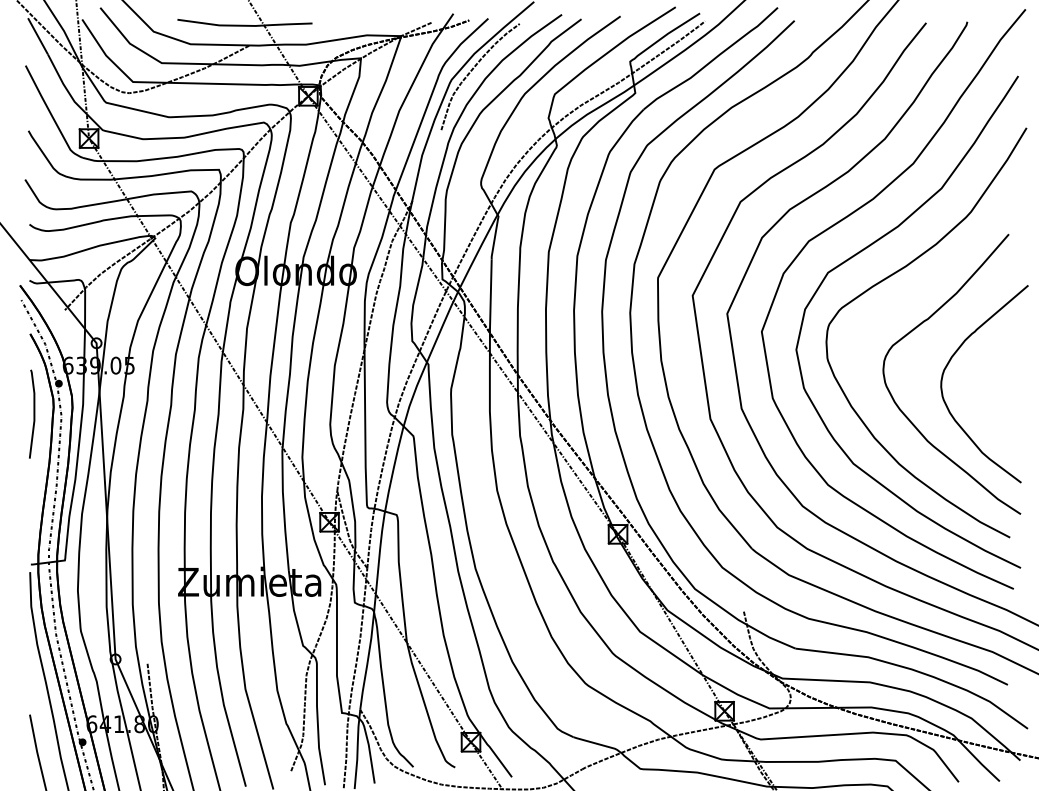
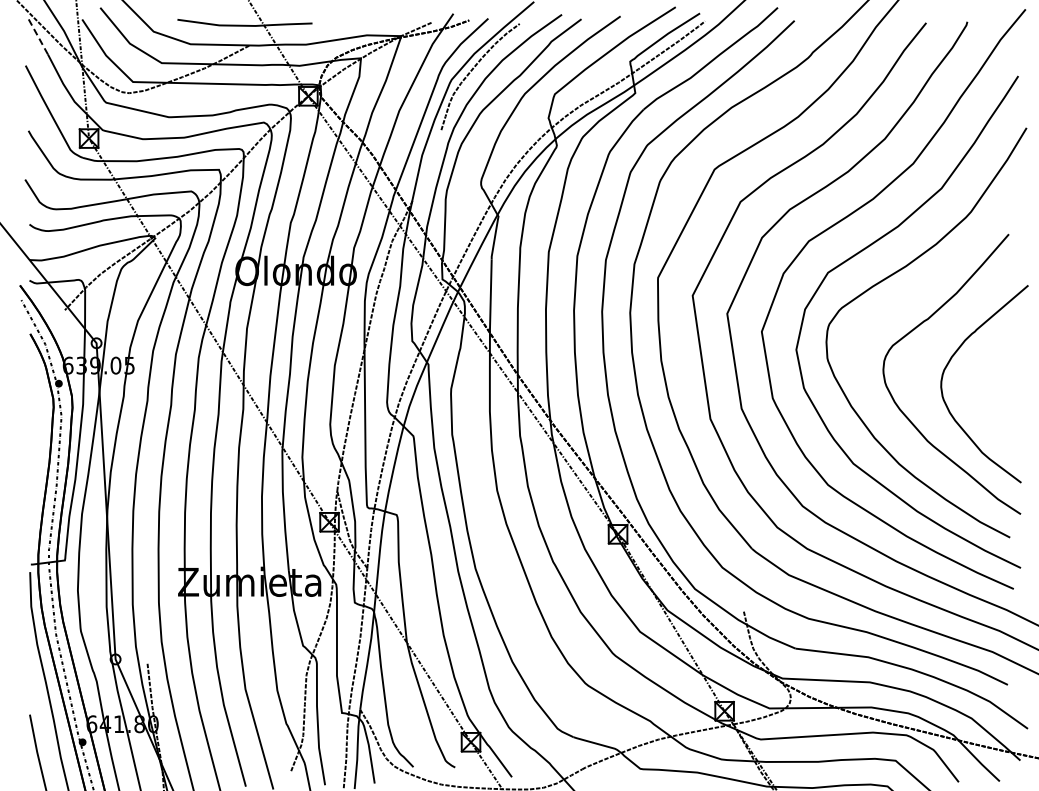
line at (38, 36): solid -> dashed
line at (33, 413): present -> none
